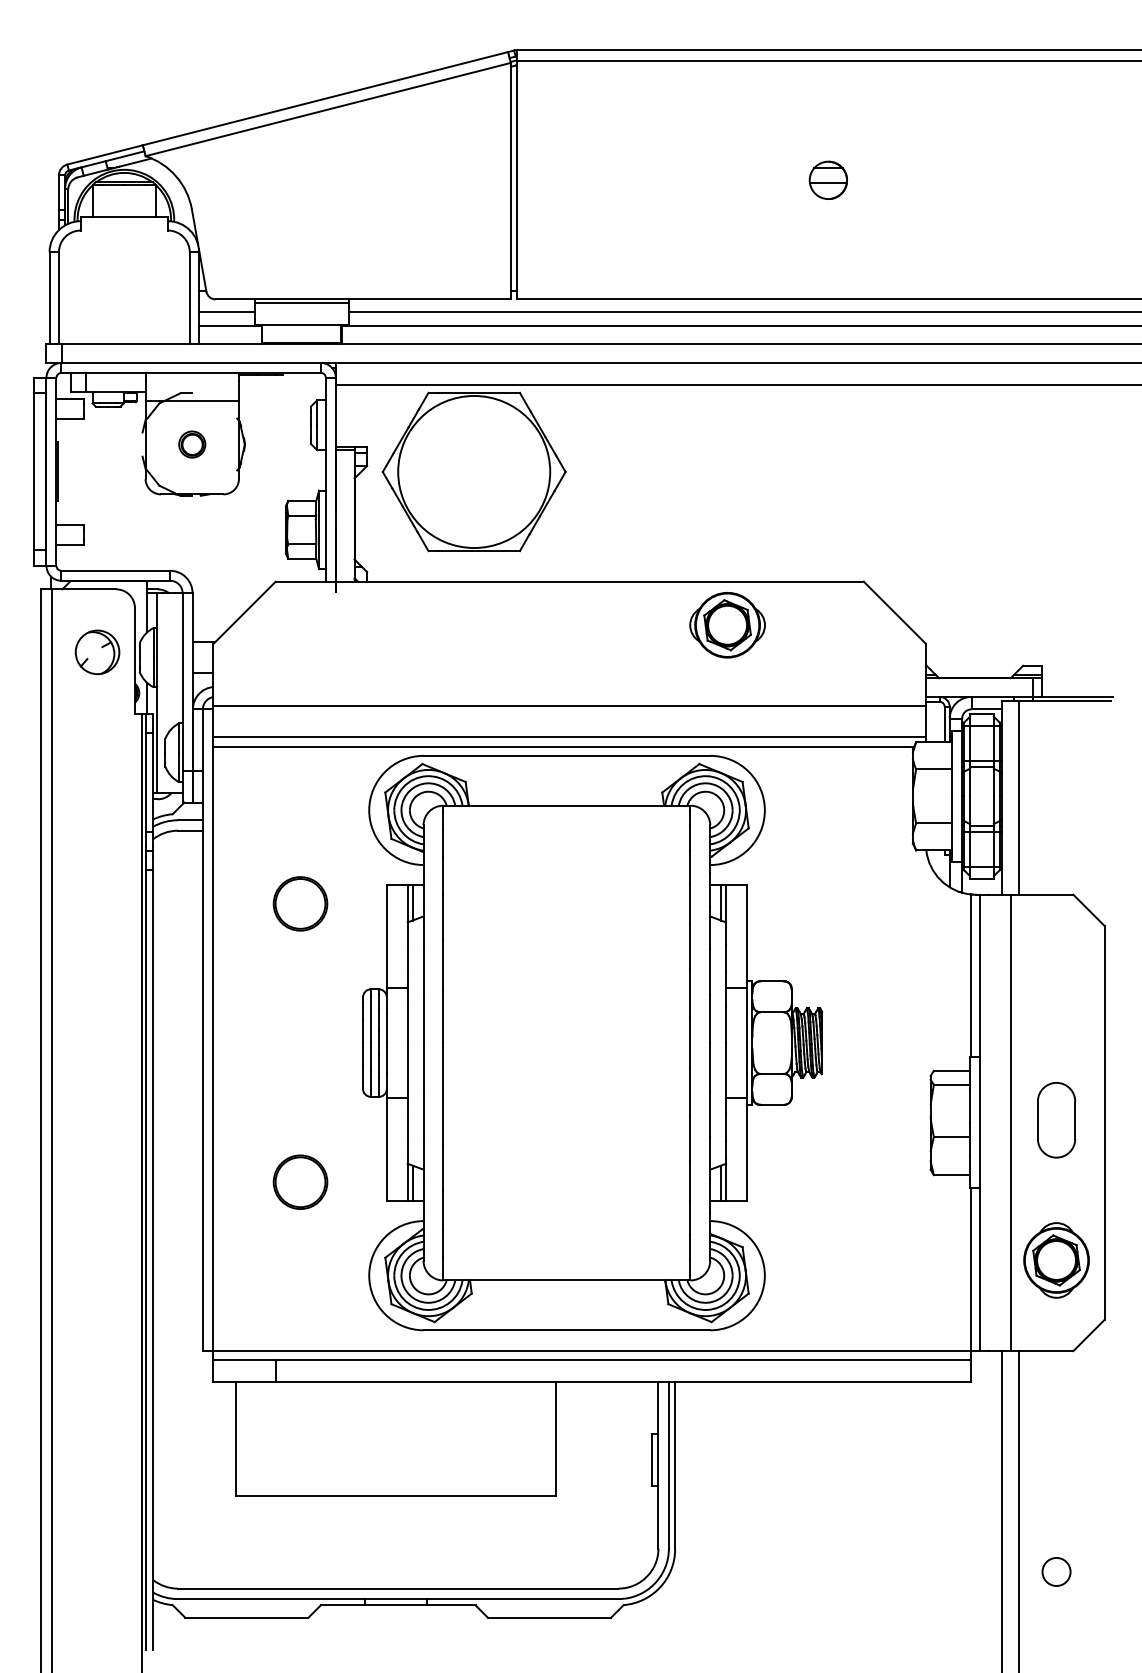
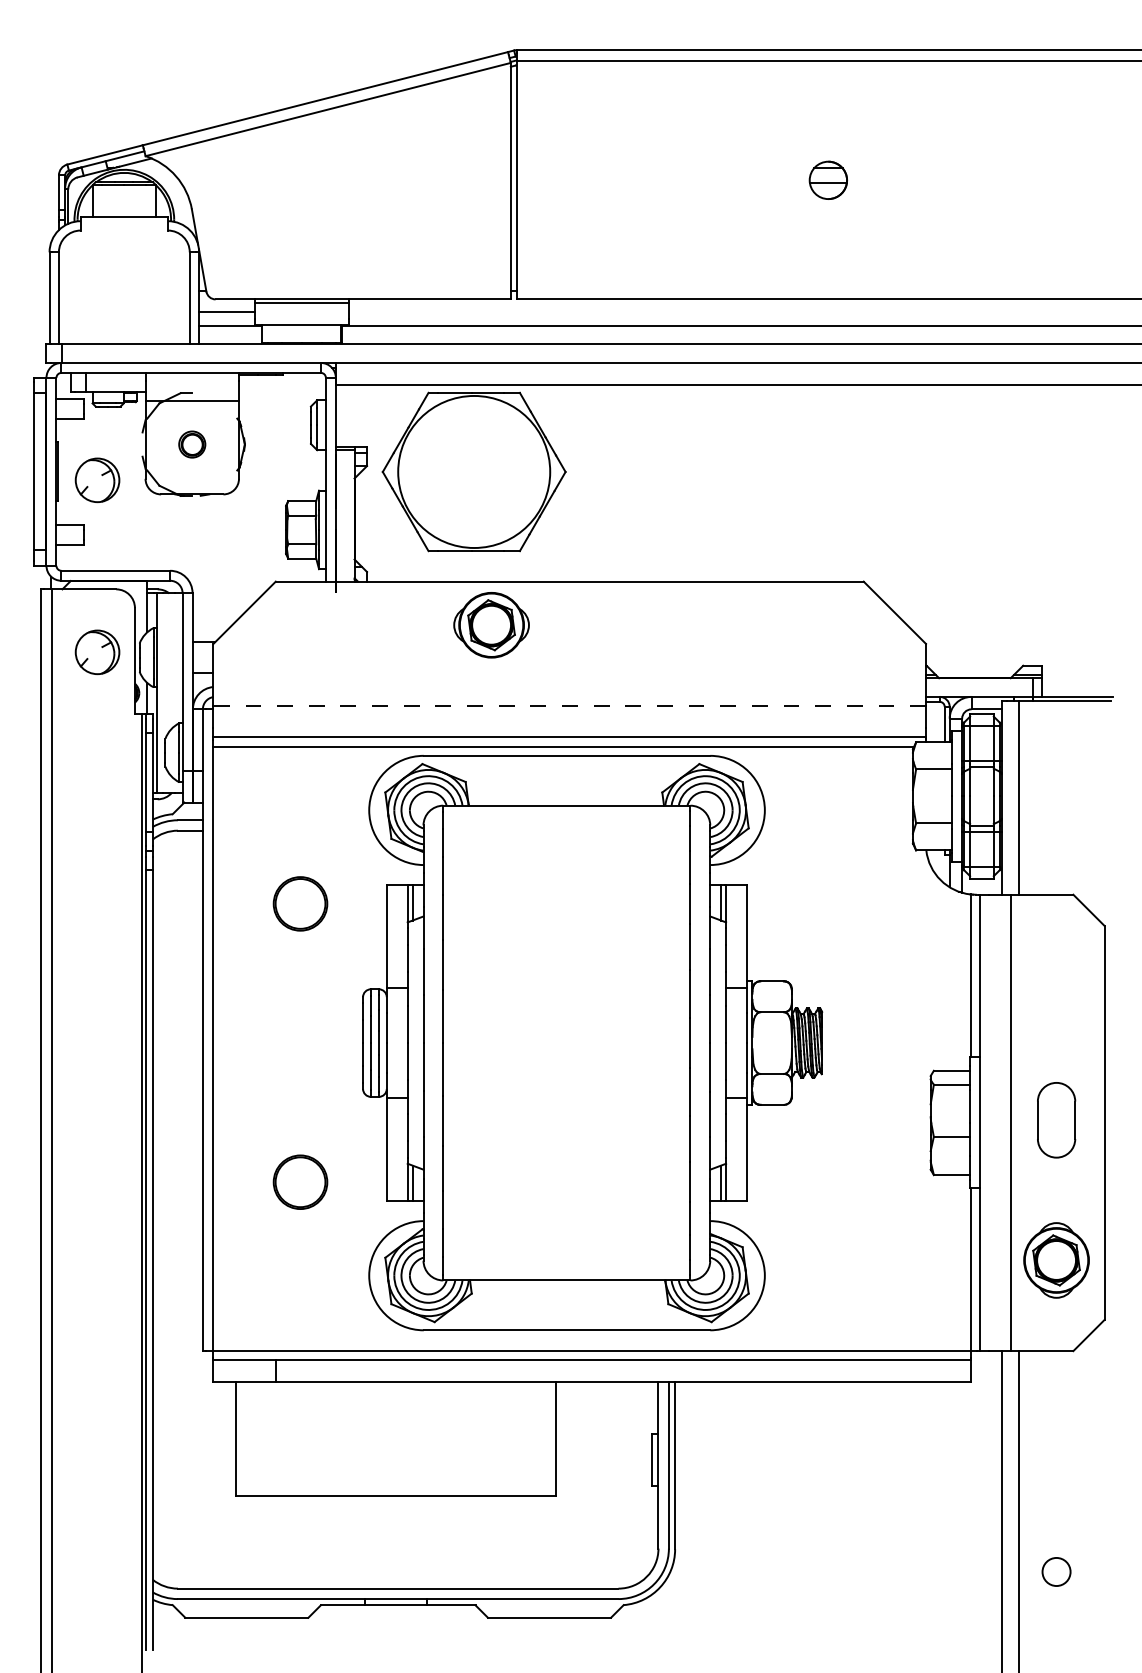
line at (743, 311): present -> none
part at (97, 480): none -> present
part at (727, 625) position: (727, 625) -> (491, 625)
line at (569, 706): solid -> dashed
